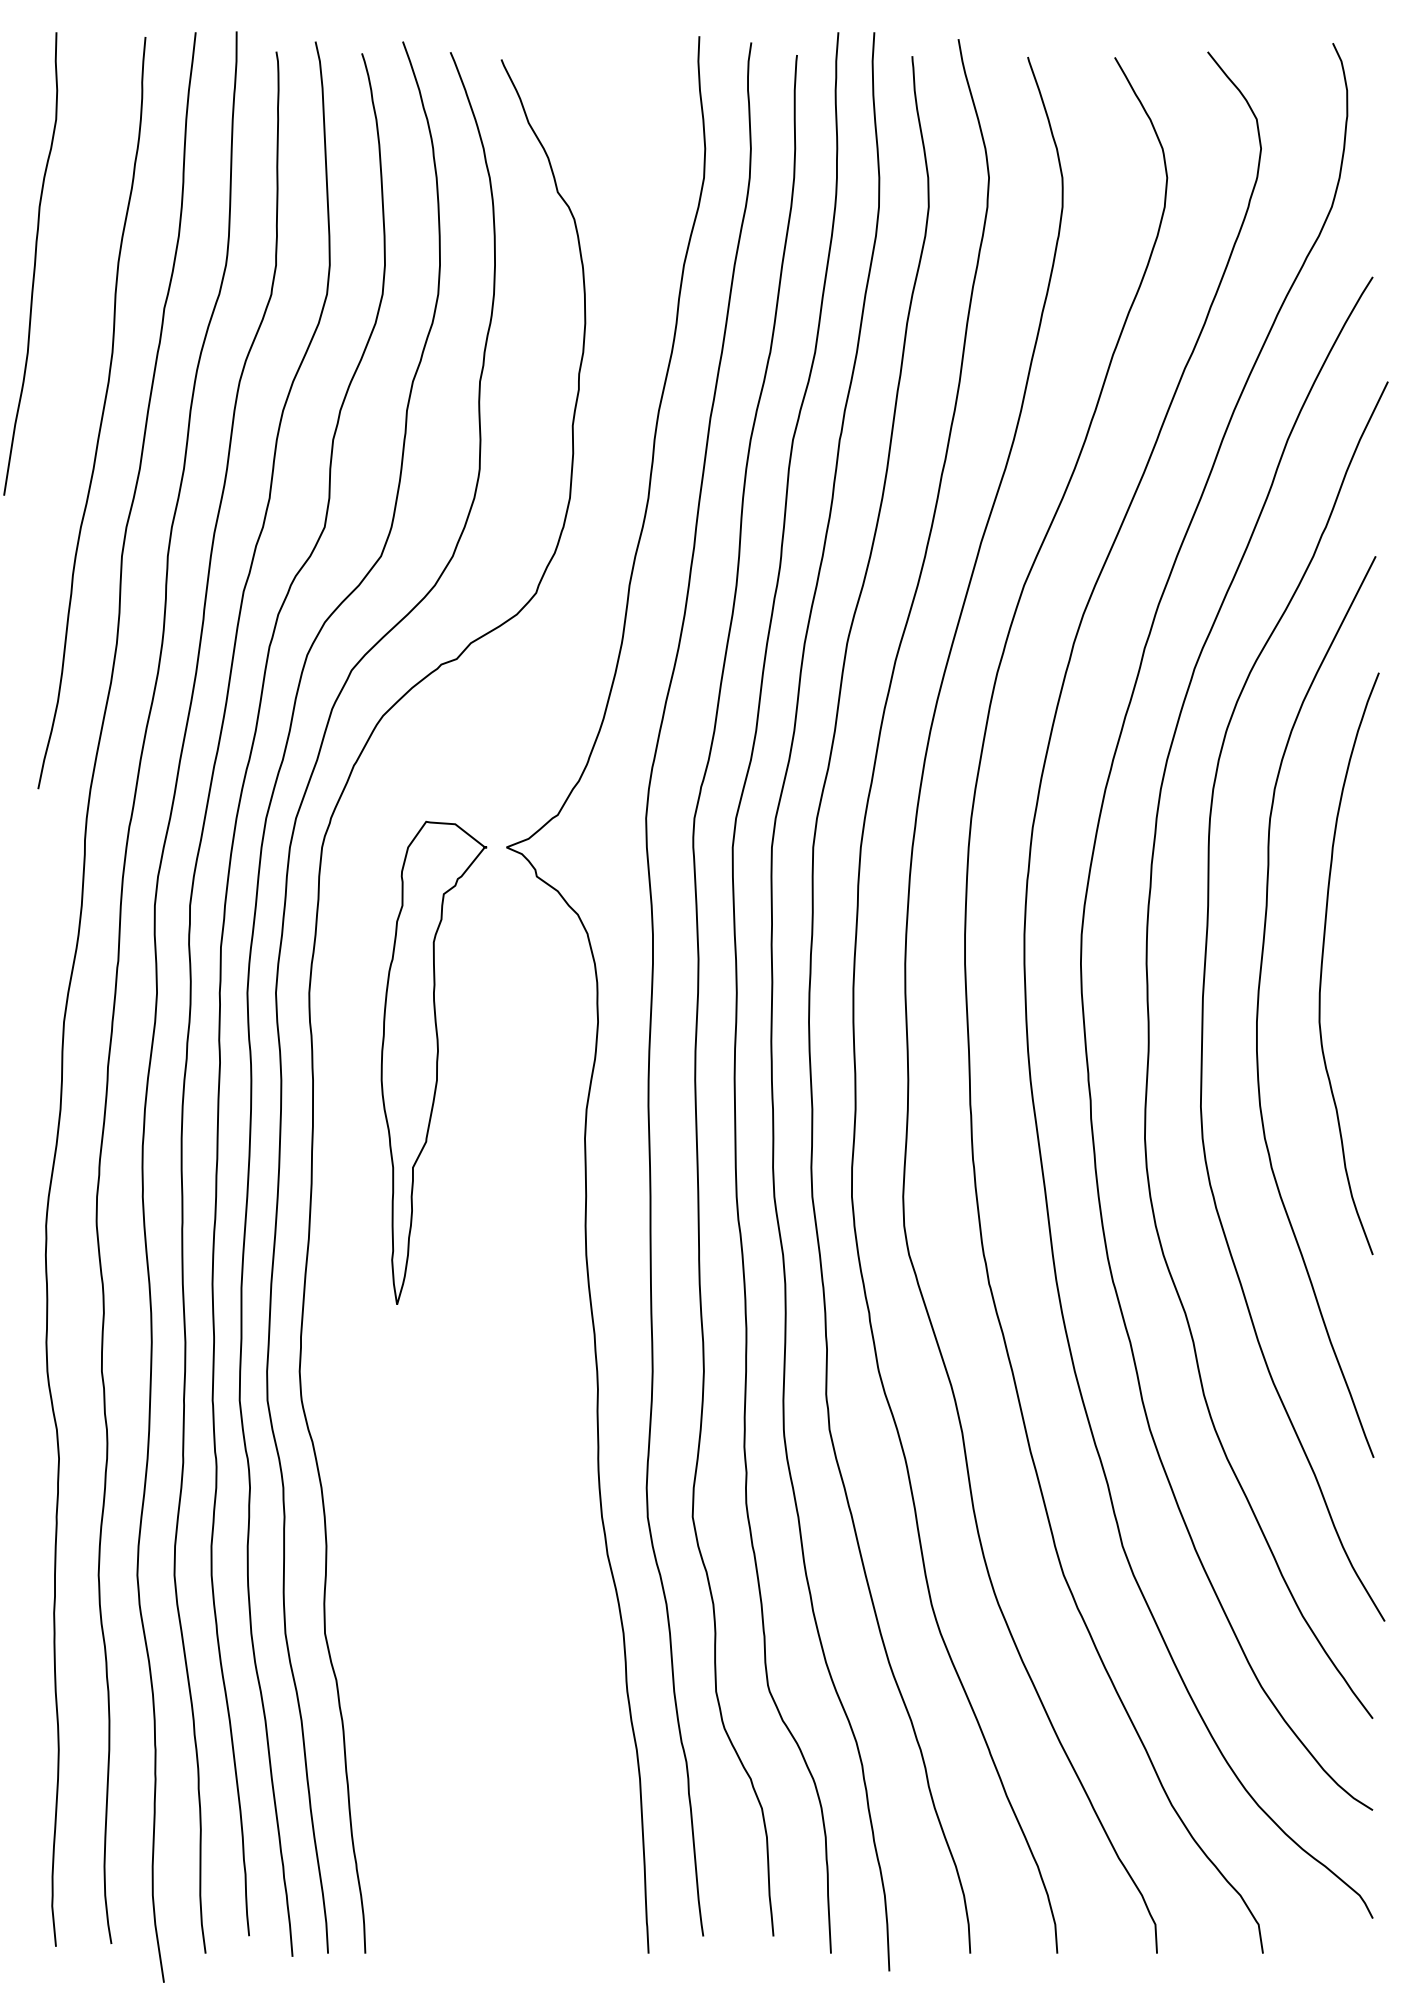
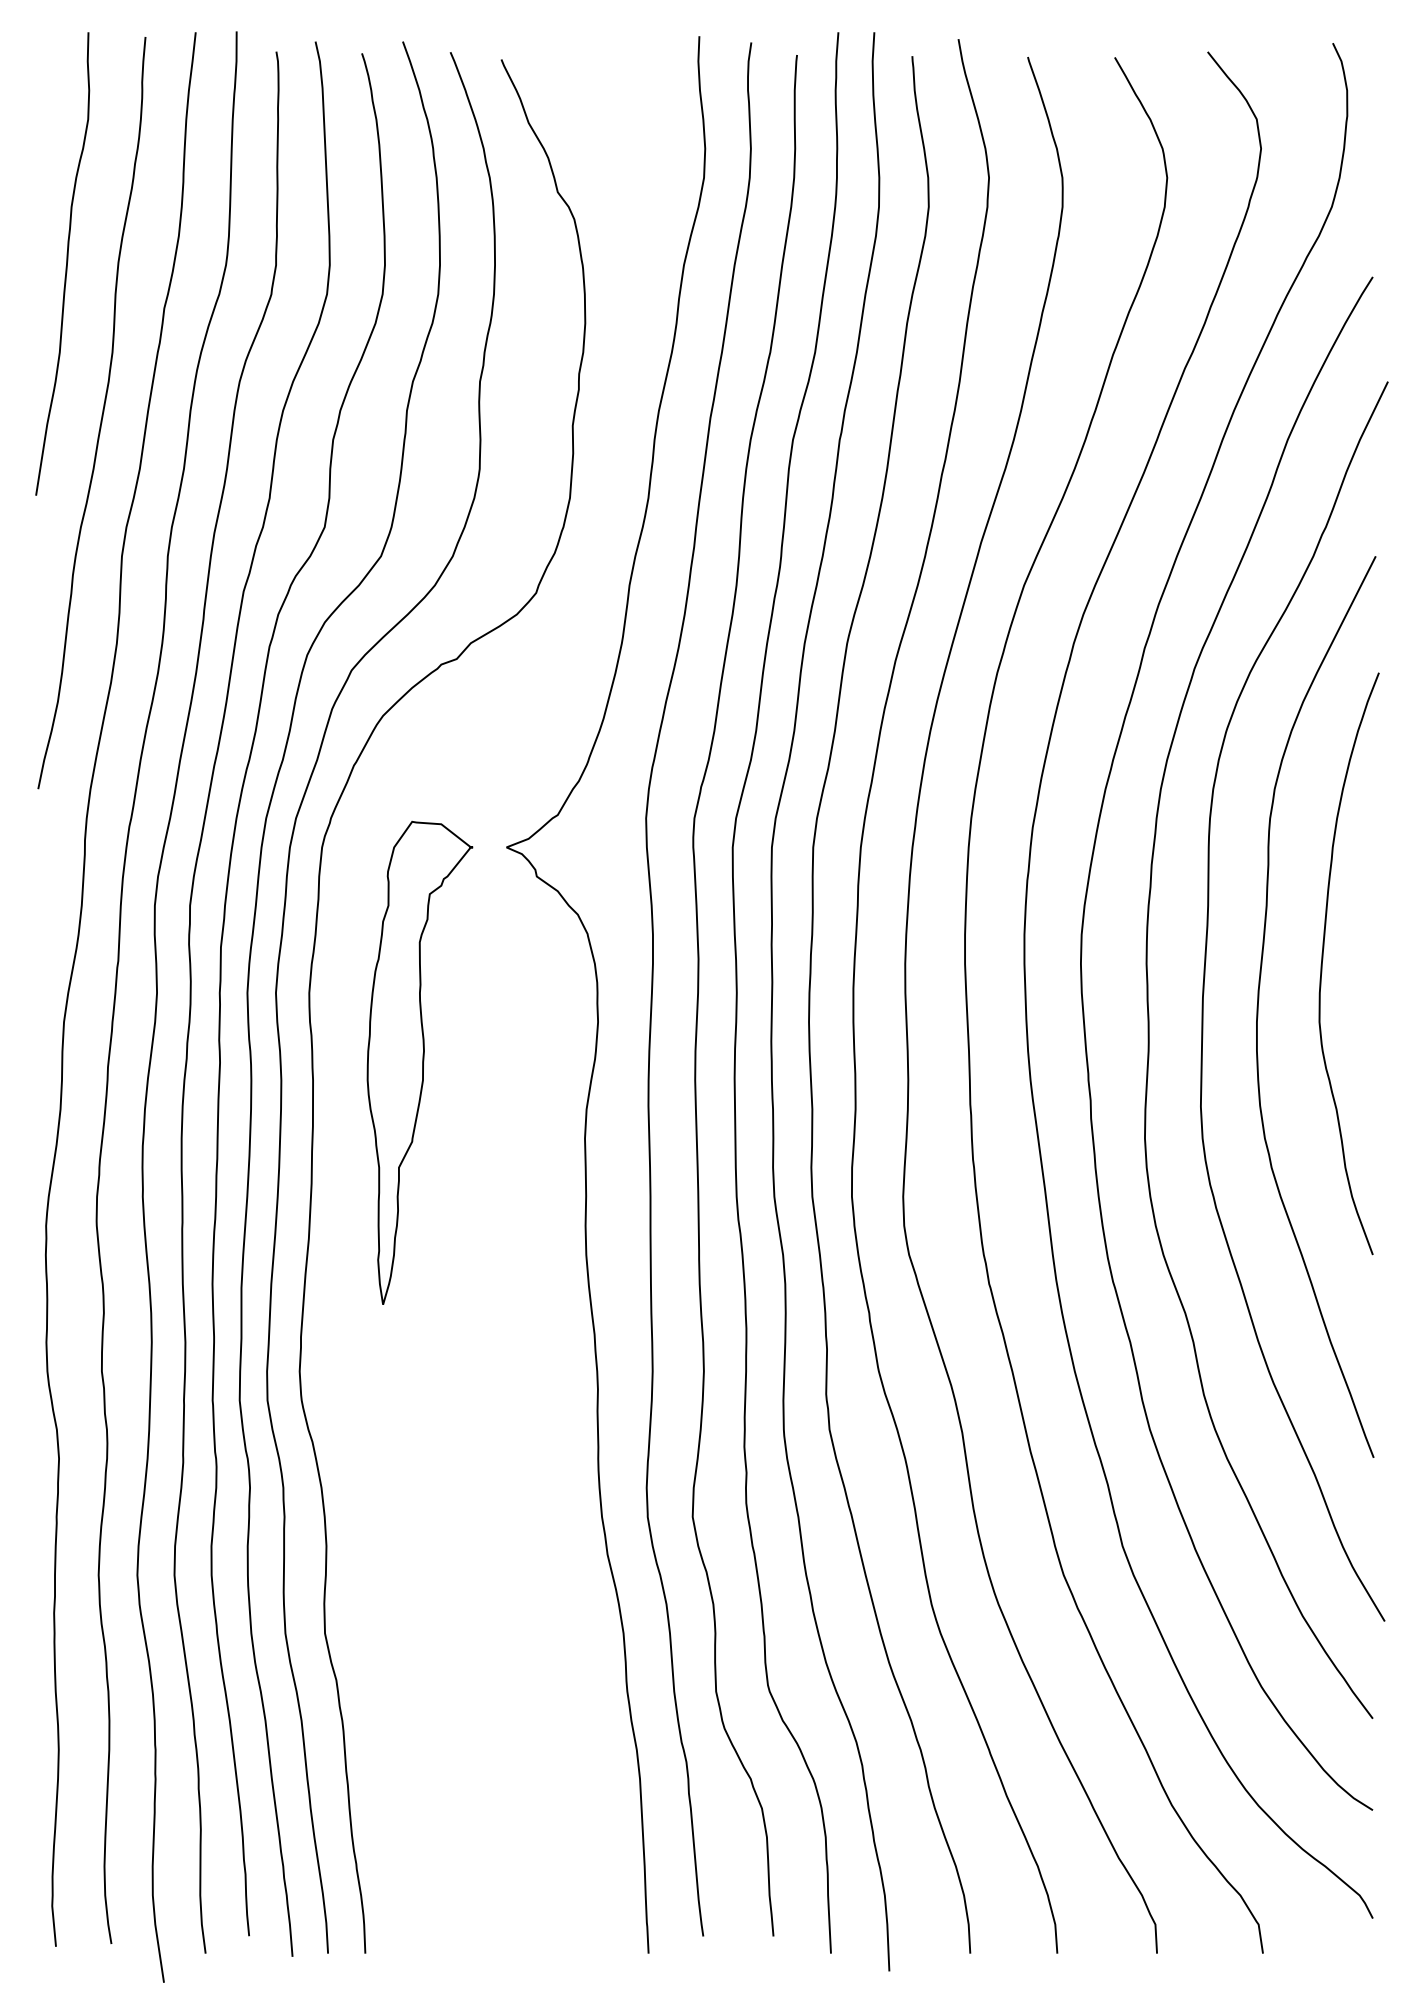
curve at (34, 263) position: (34, 263) -> (66, 263)
part at (433, 1062) position: (433, 1062) -> (419, 1062)
